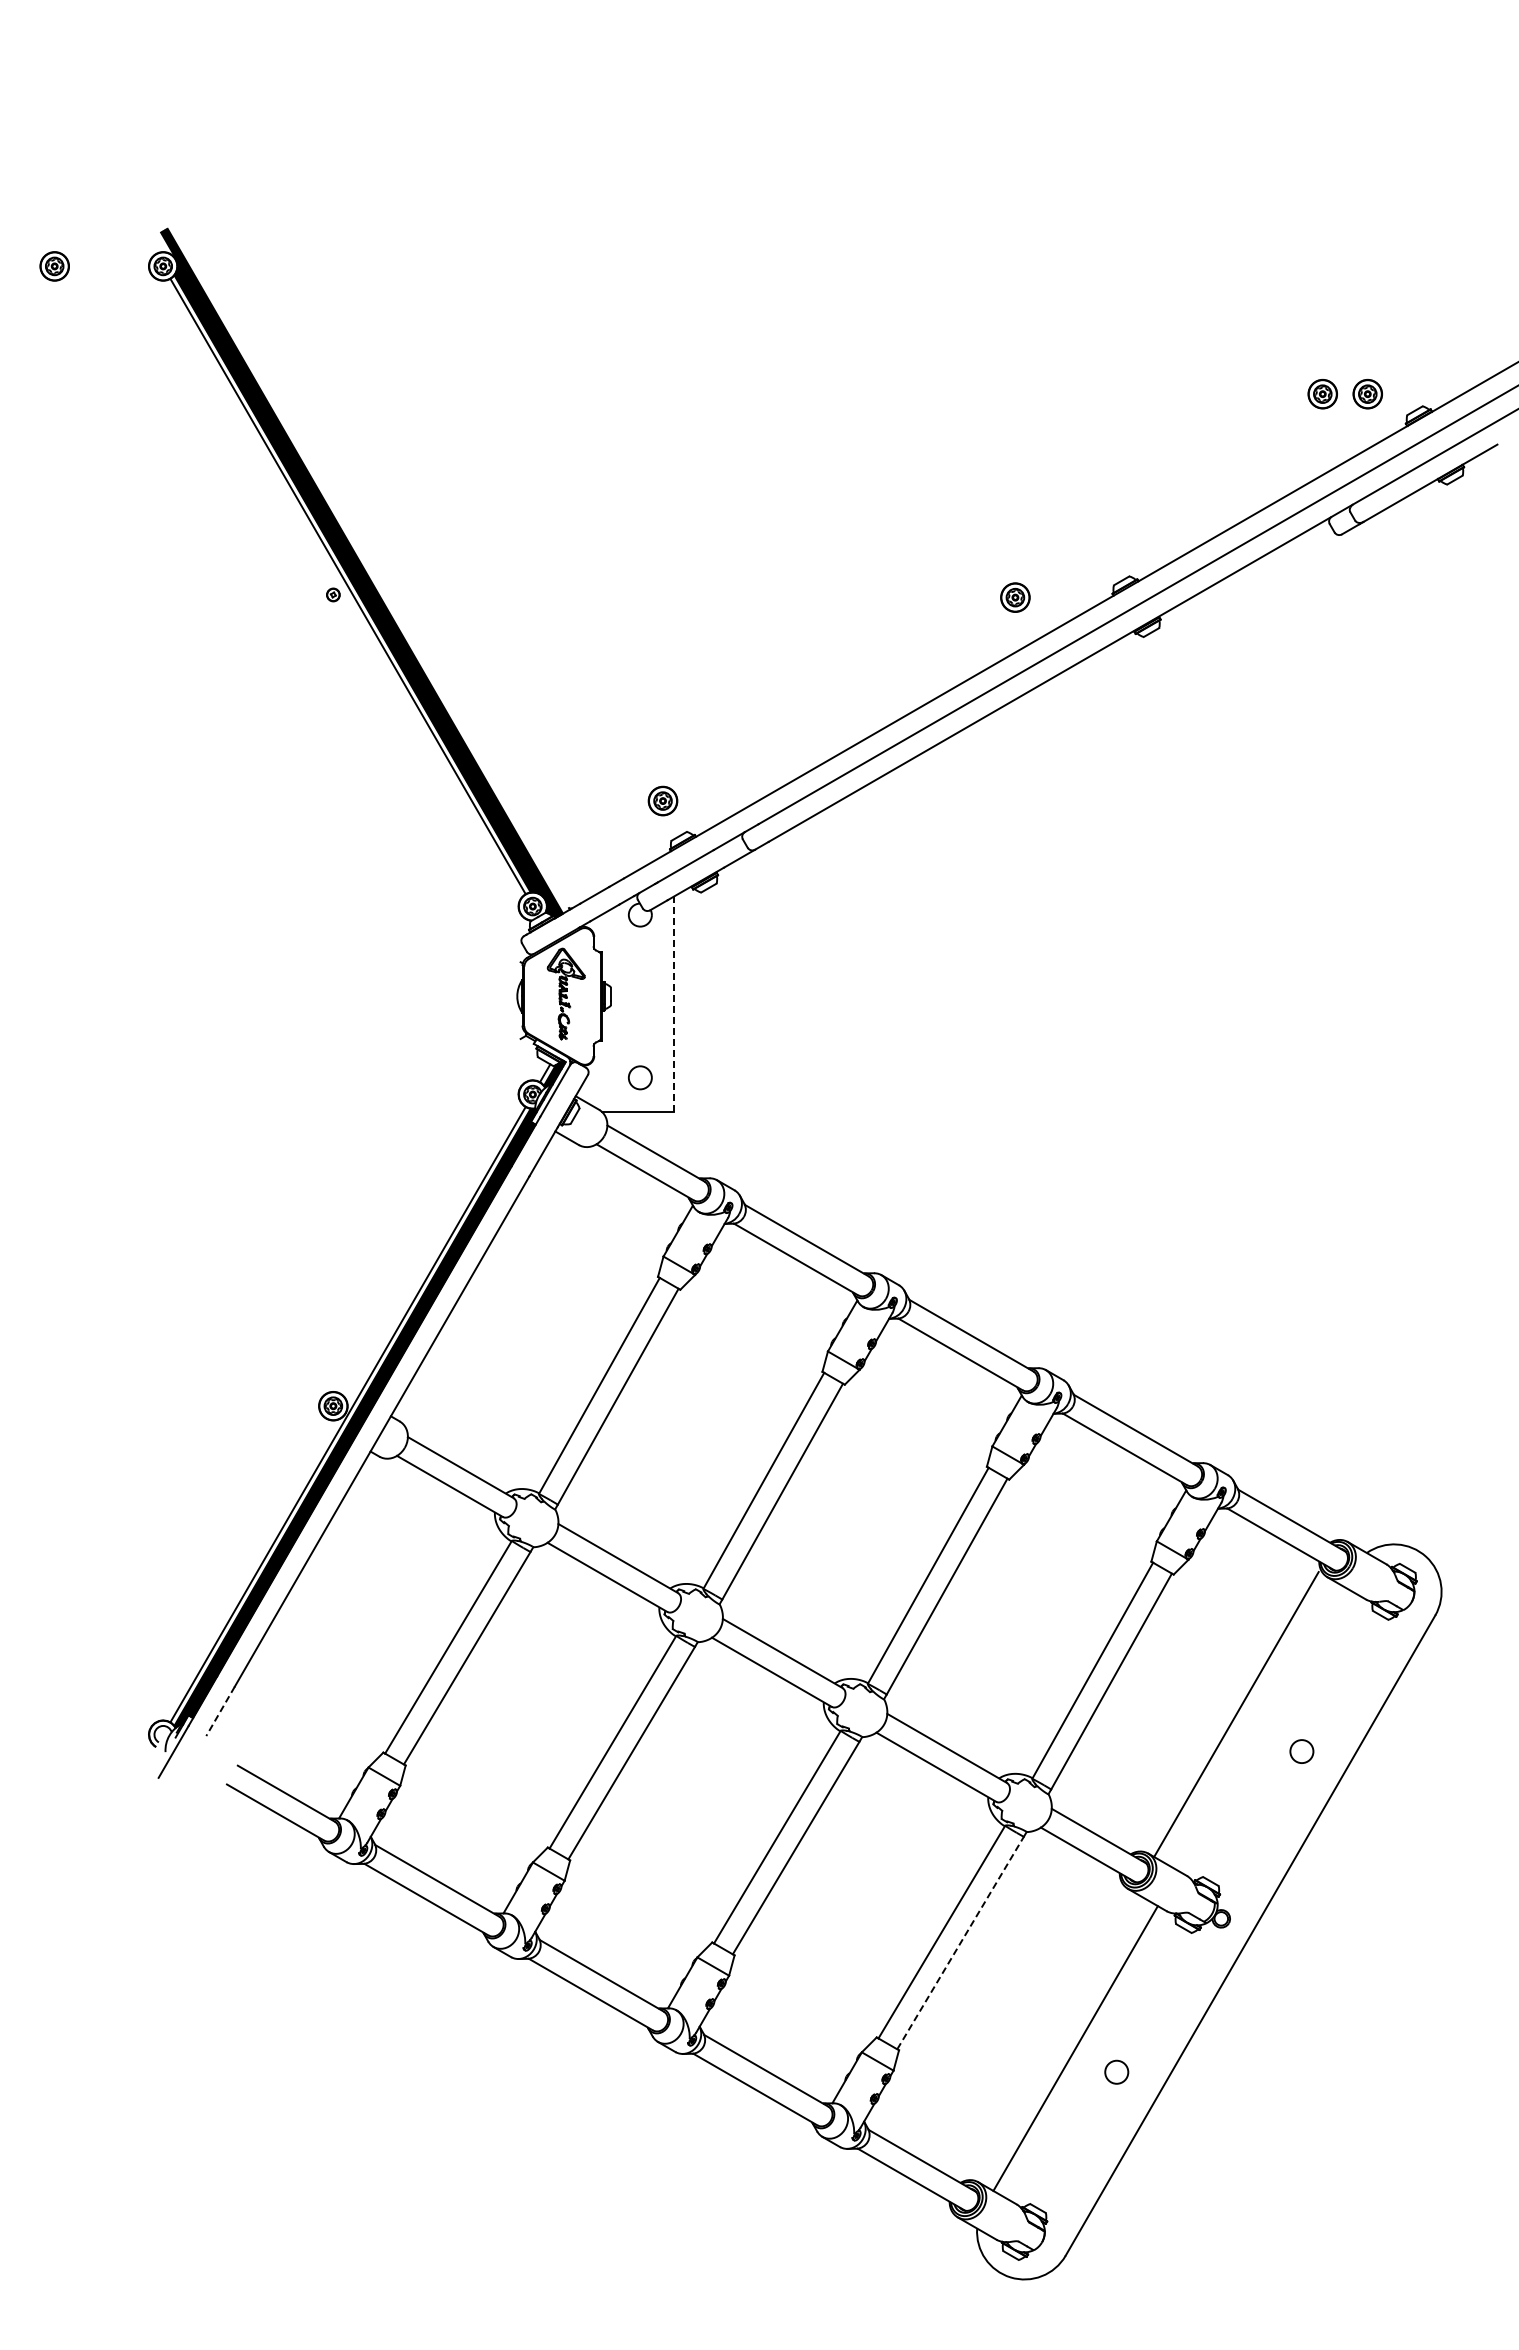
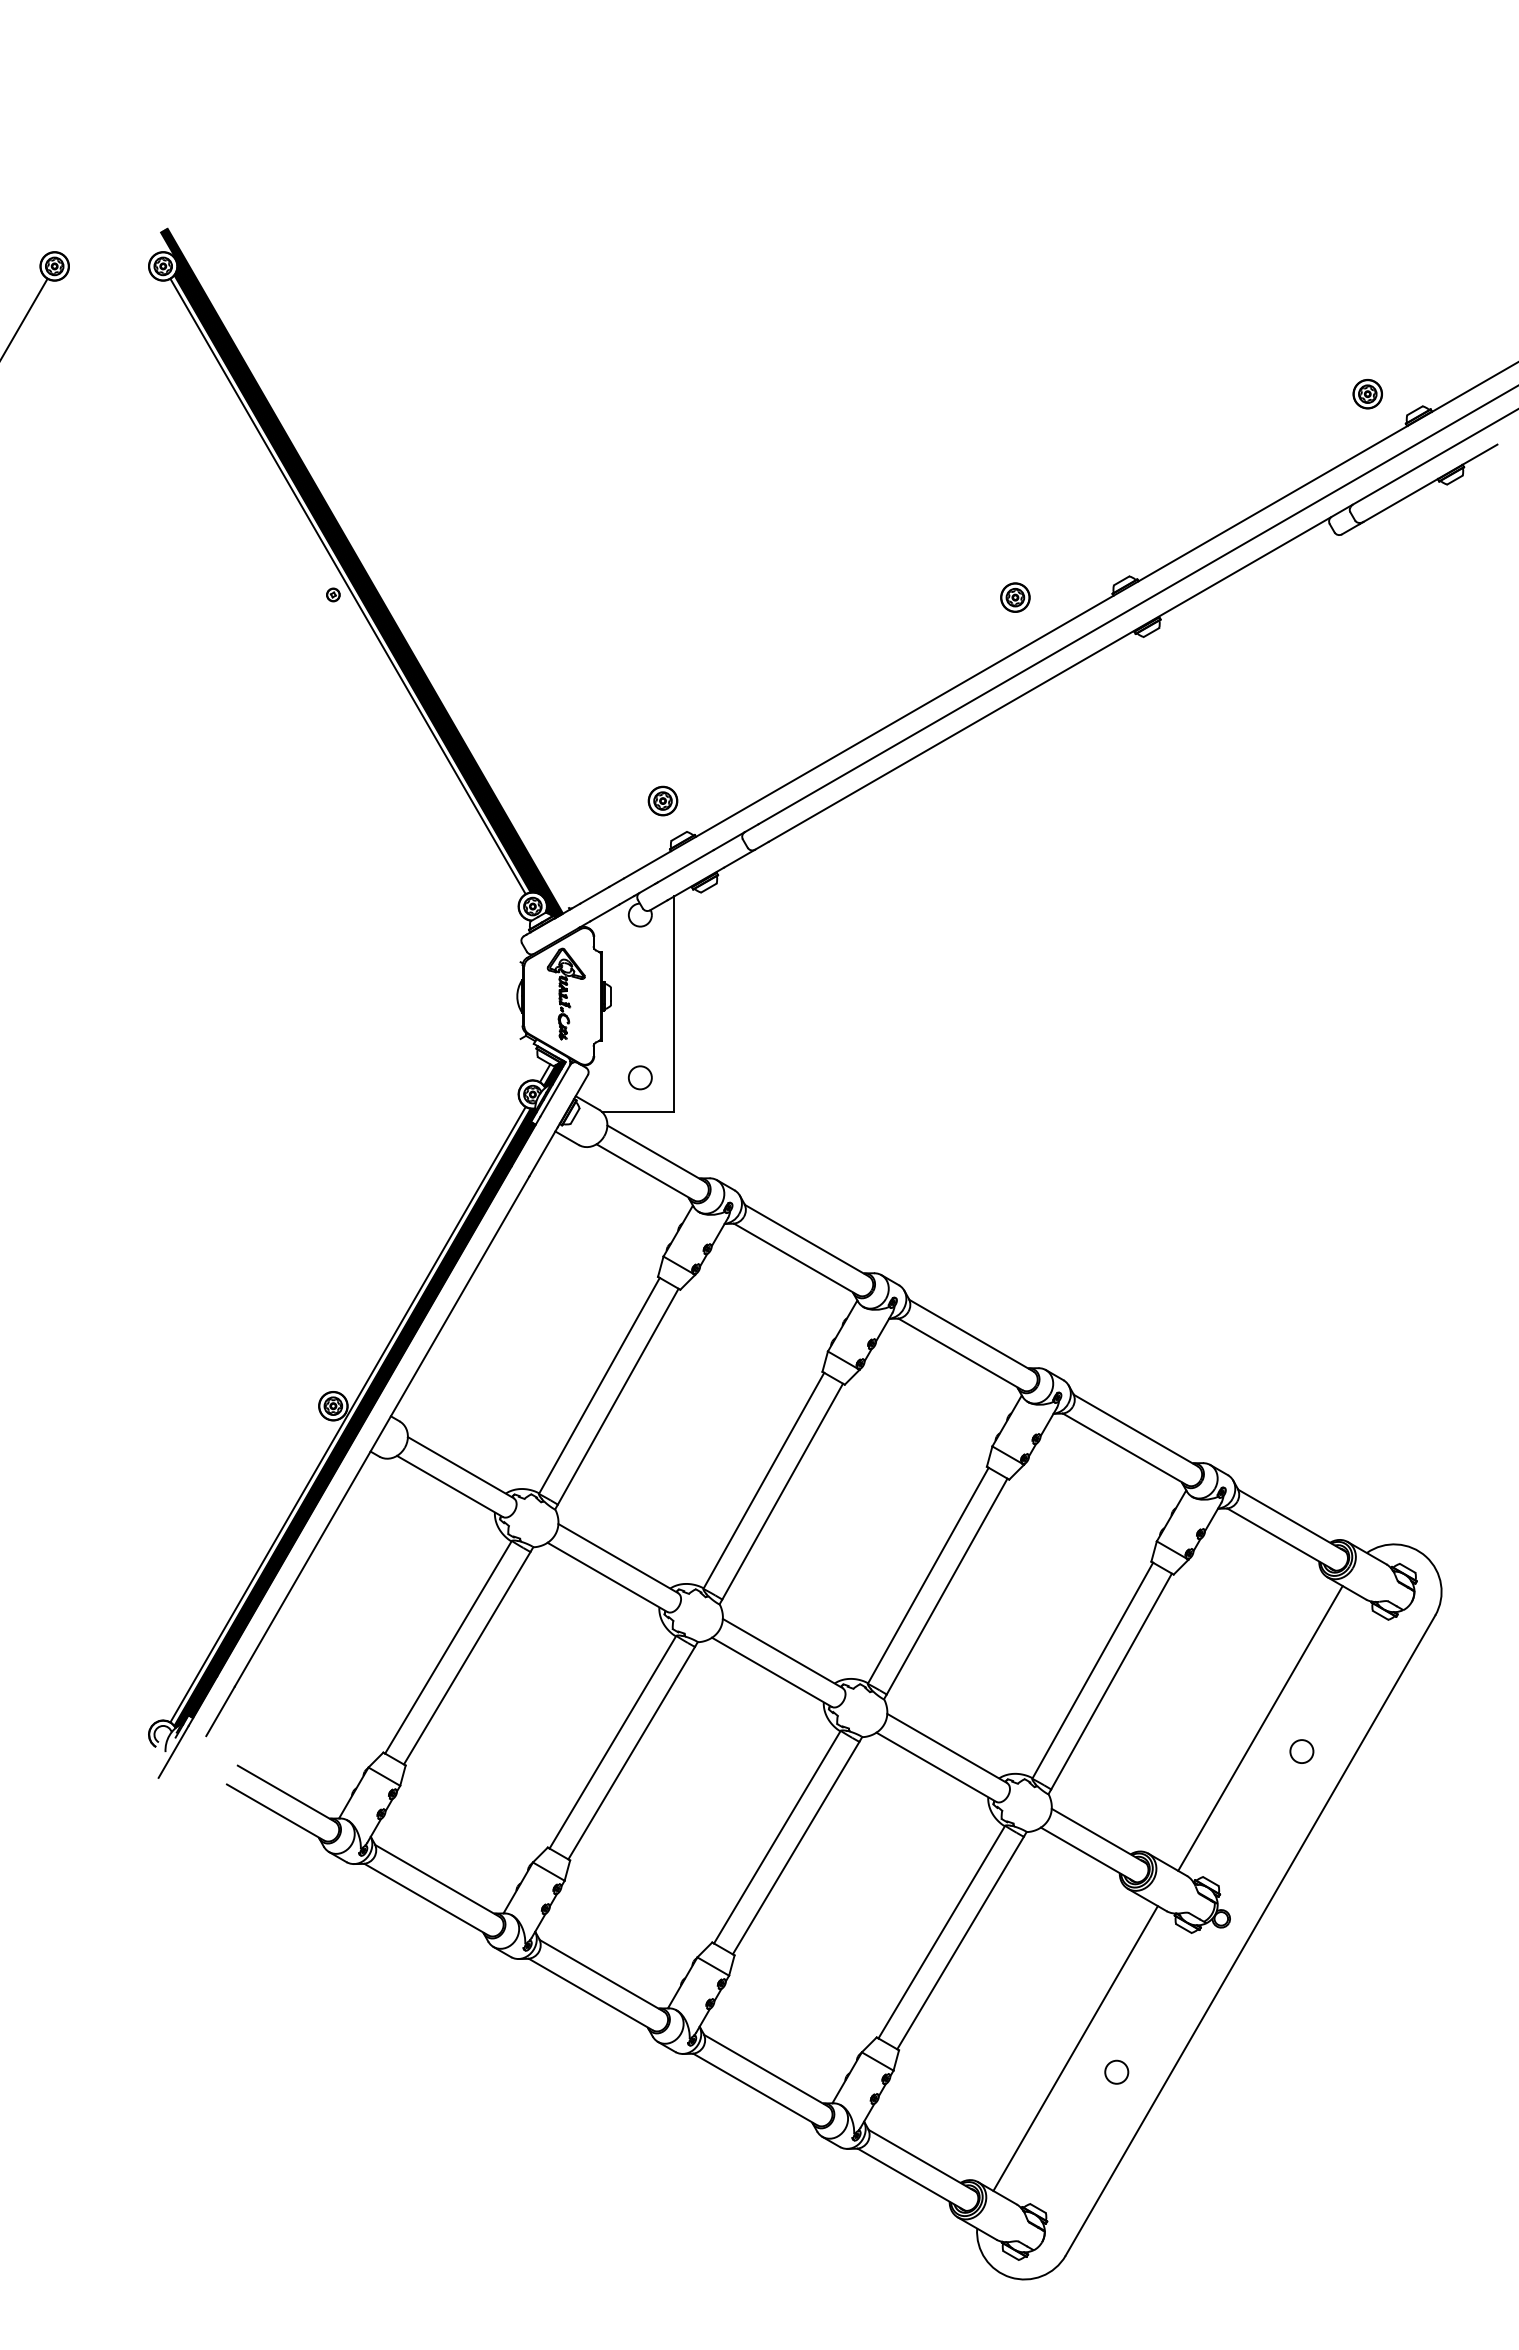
line at (24, 317): none -> present
part at (1322, 394): present -> none
line at (674, 1004): dashed -> solid
line at (220, 1711): dashed -> solid
line at (1236, 1714) position: (1236, 1714) -> (1260, 1728)
line at (960, 1943): dashed -> solid
